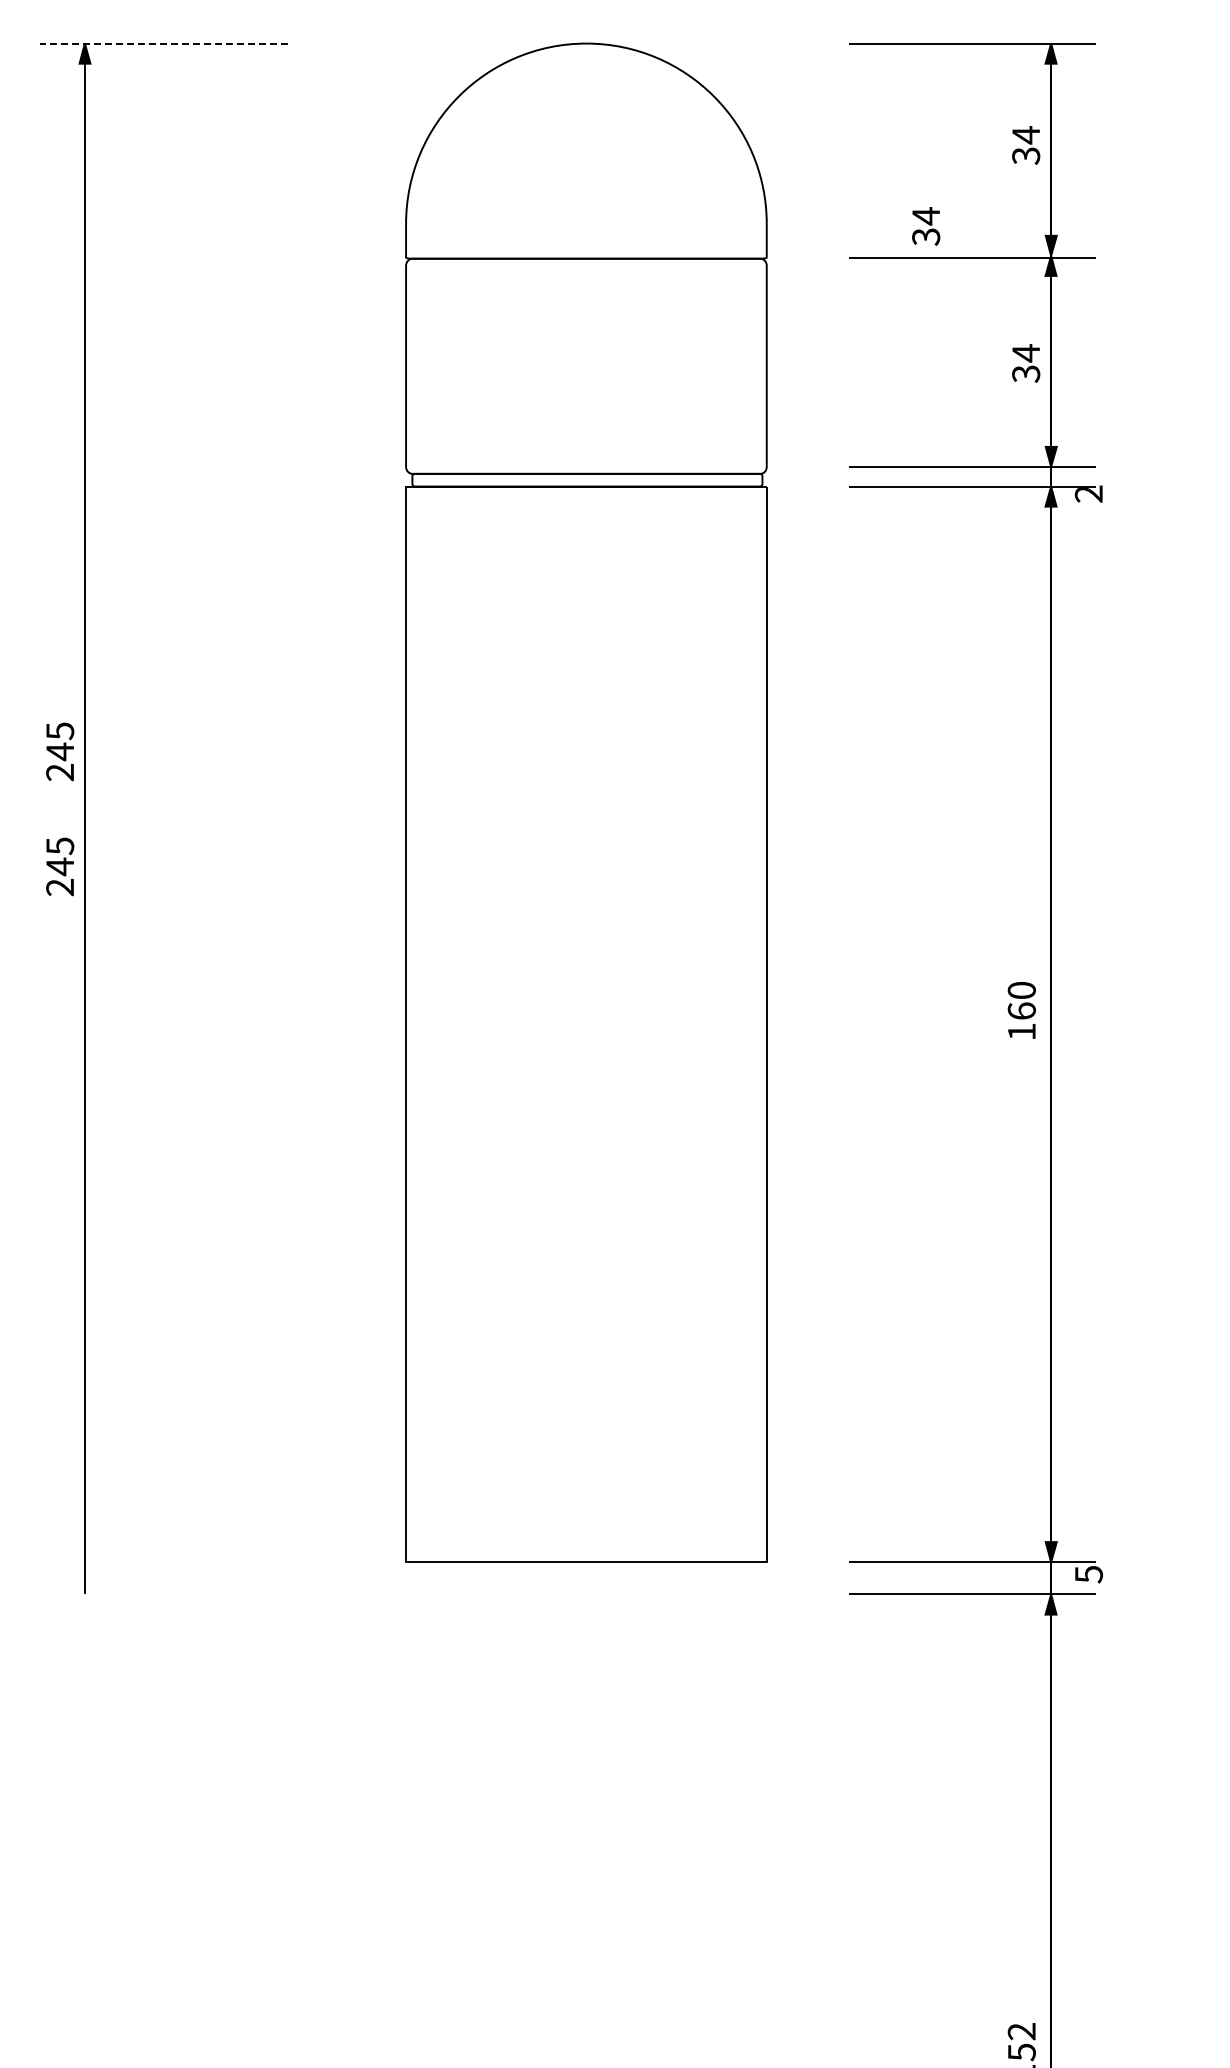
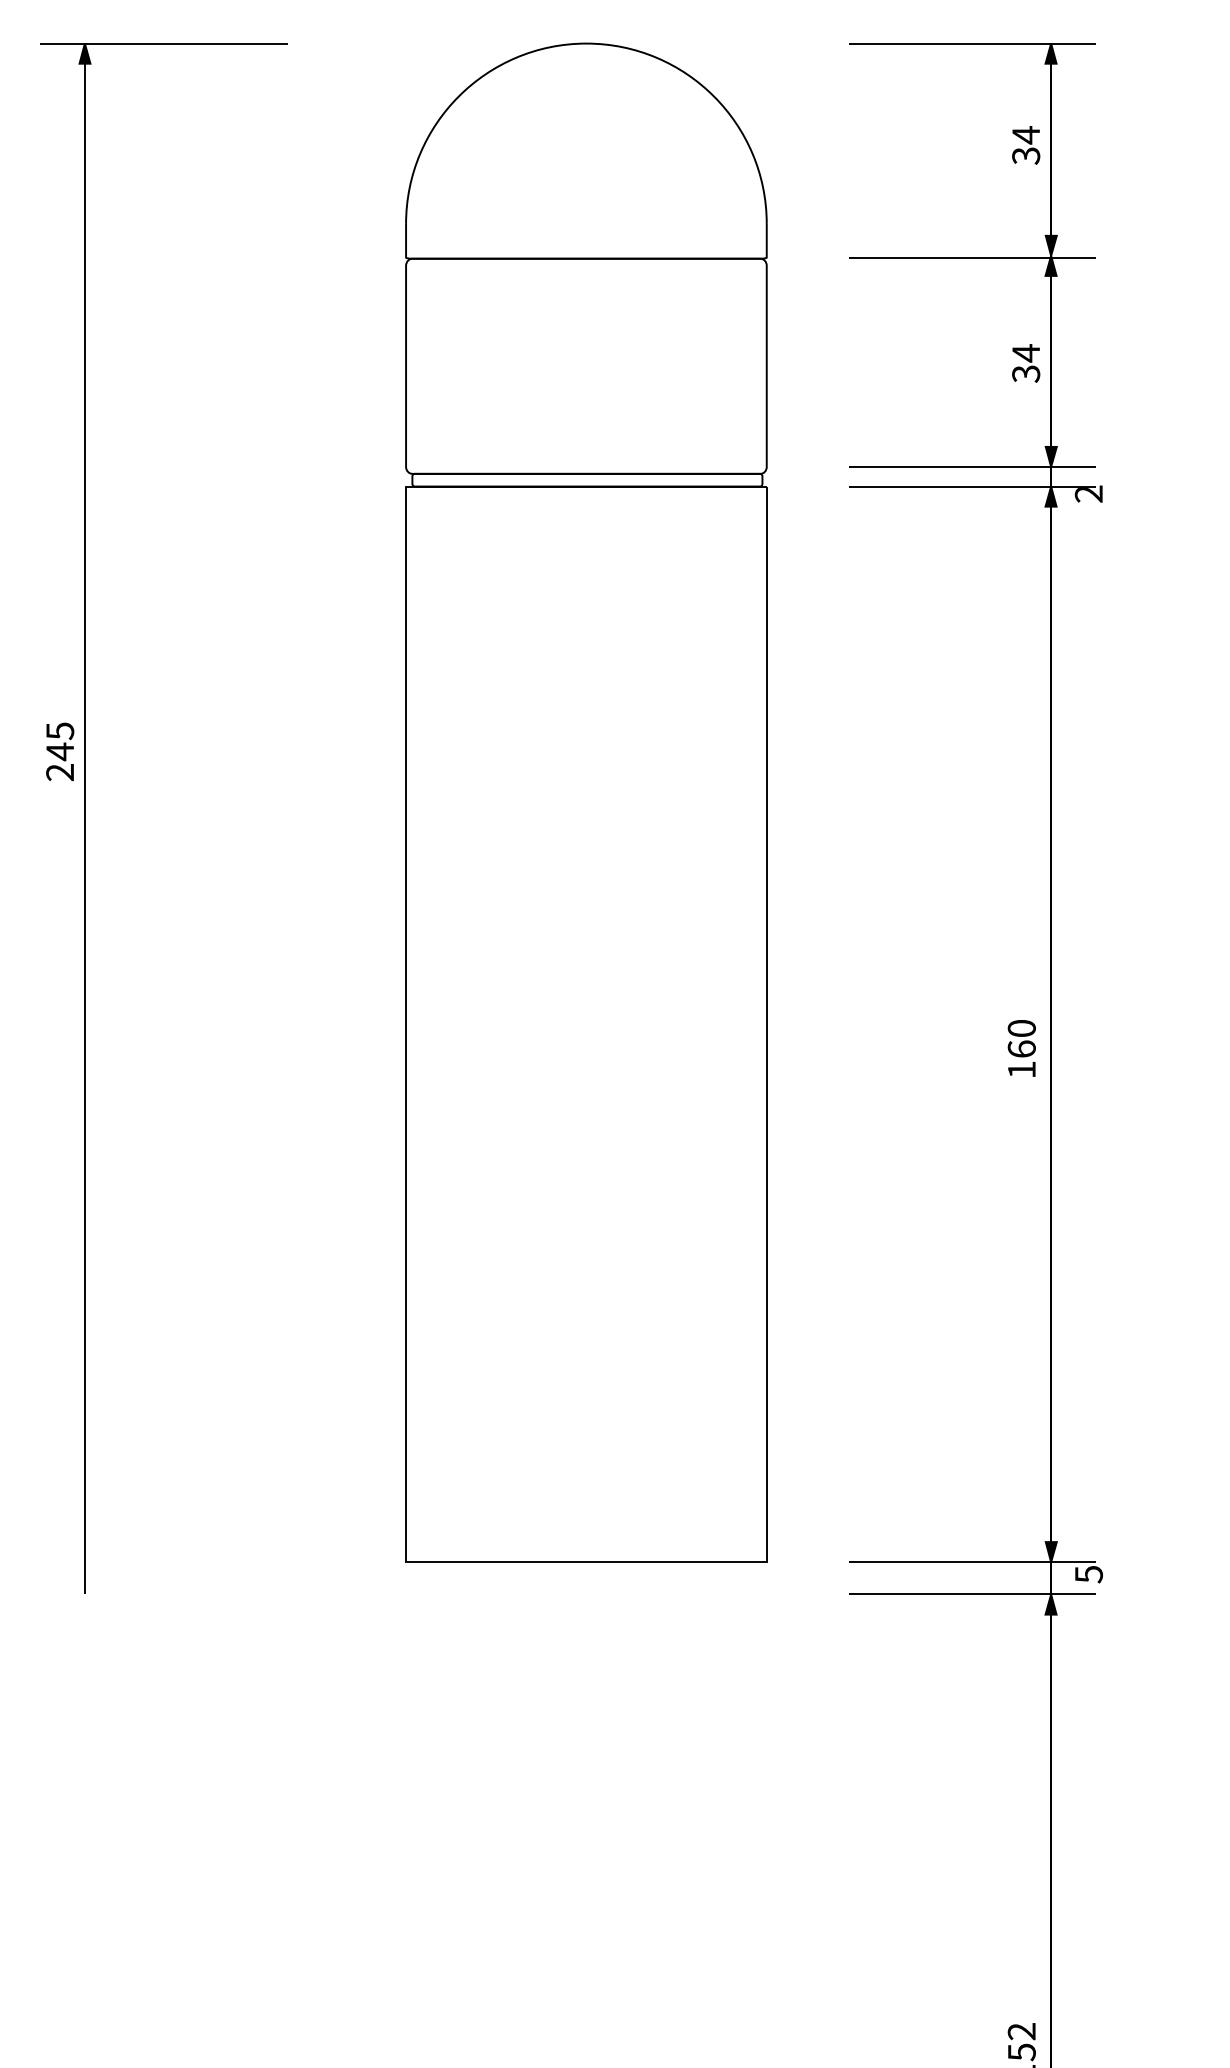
line at (163, 43): dashed -> solid
part at (926, 226): present -> none
part at (60, 866): present -> none
part at (1021, 1010) position: (1021, 1010) -> (1021, 1048)
